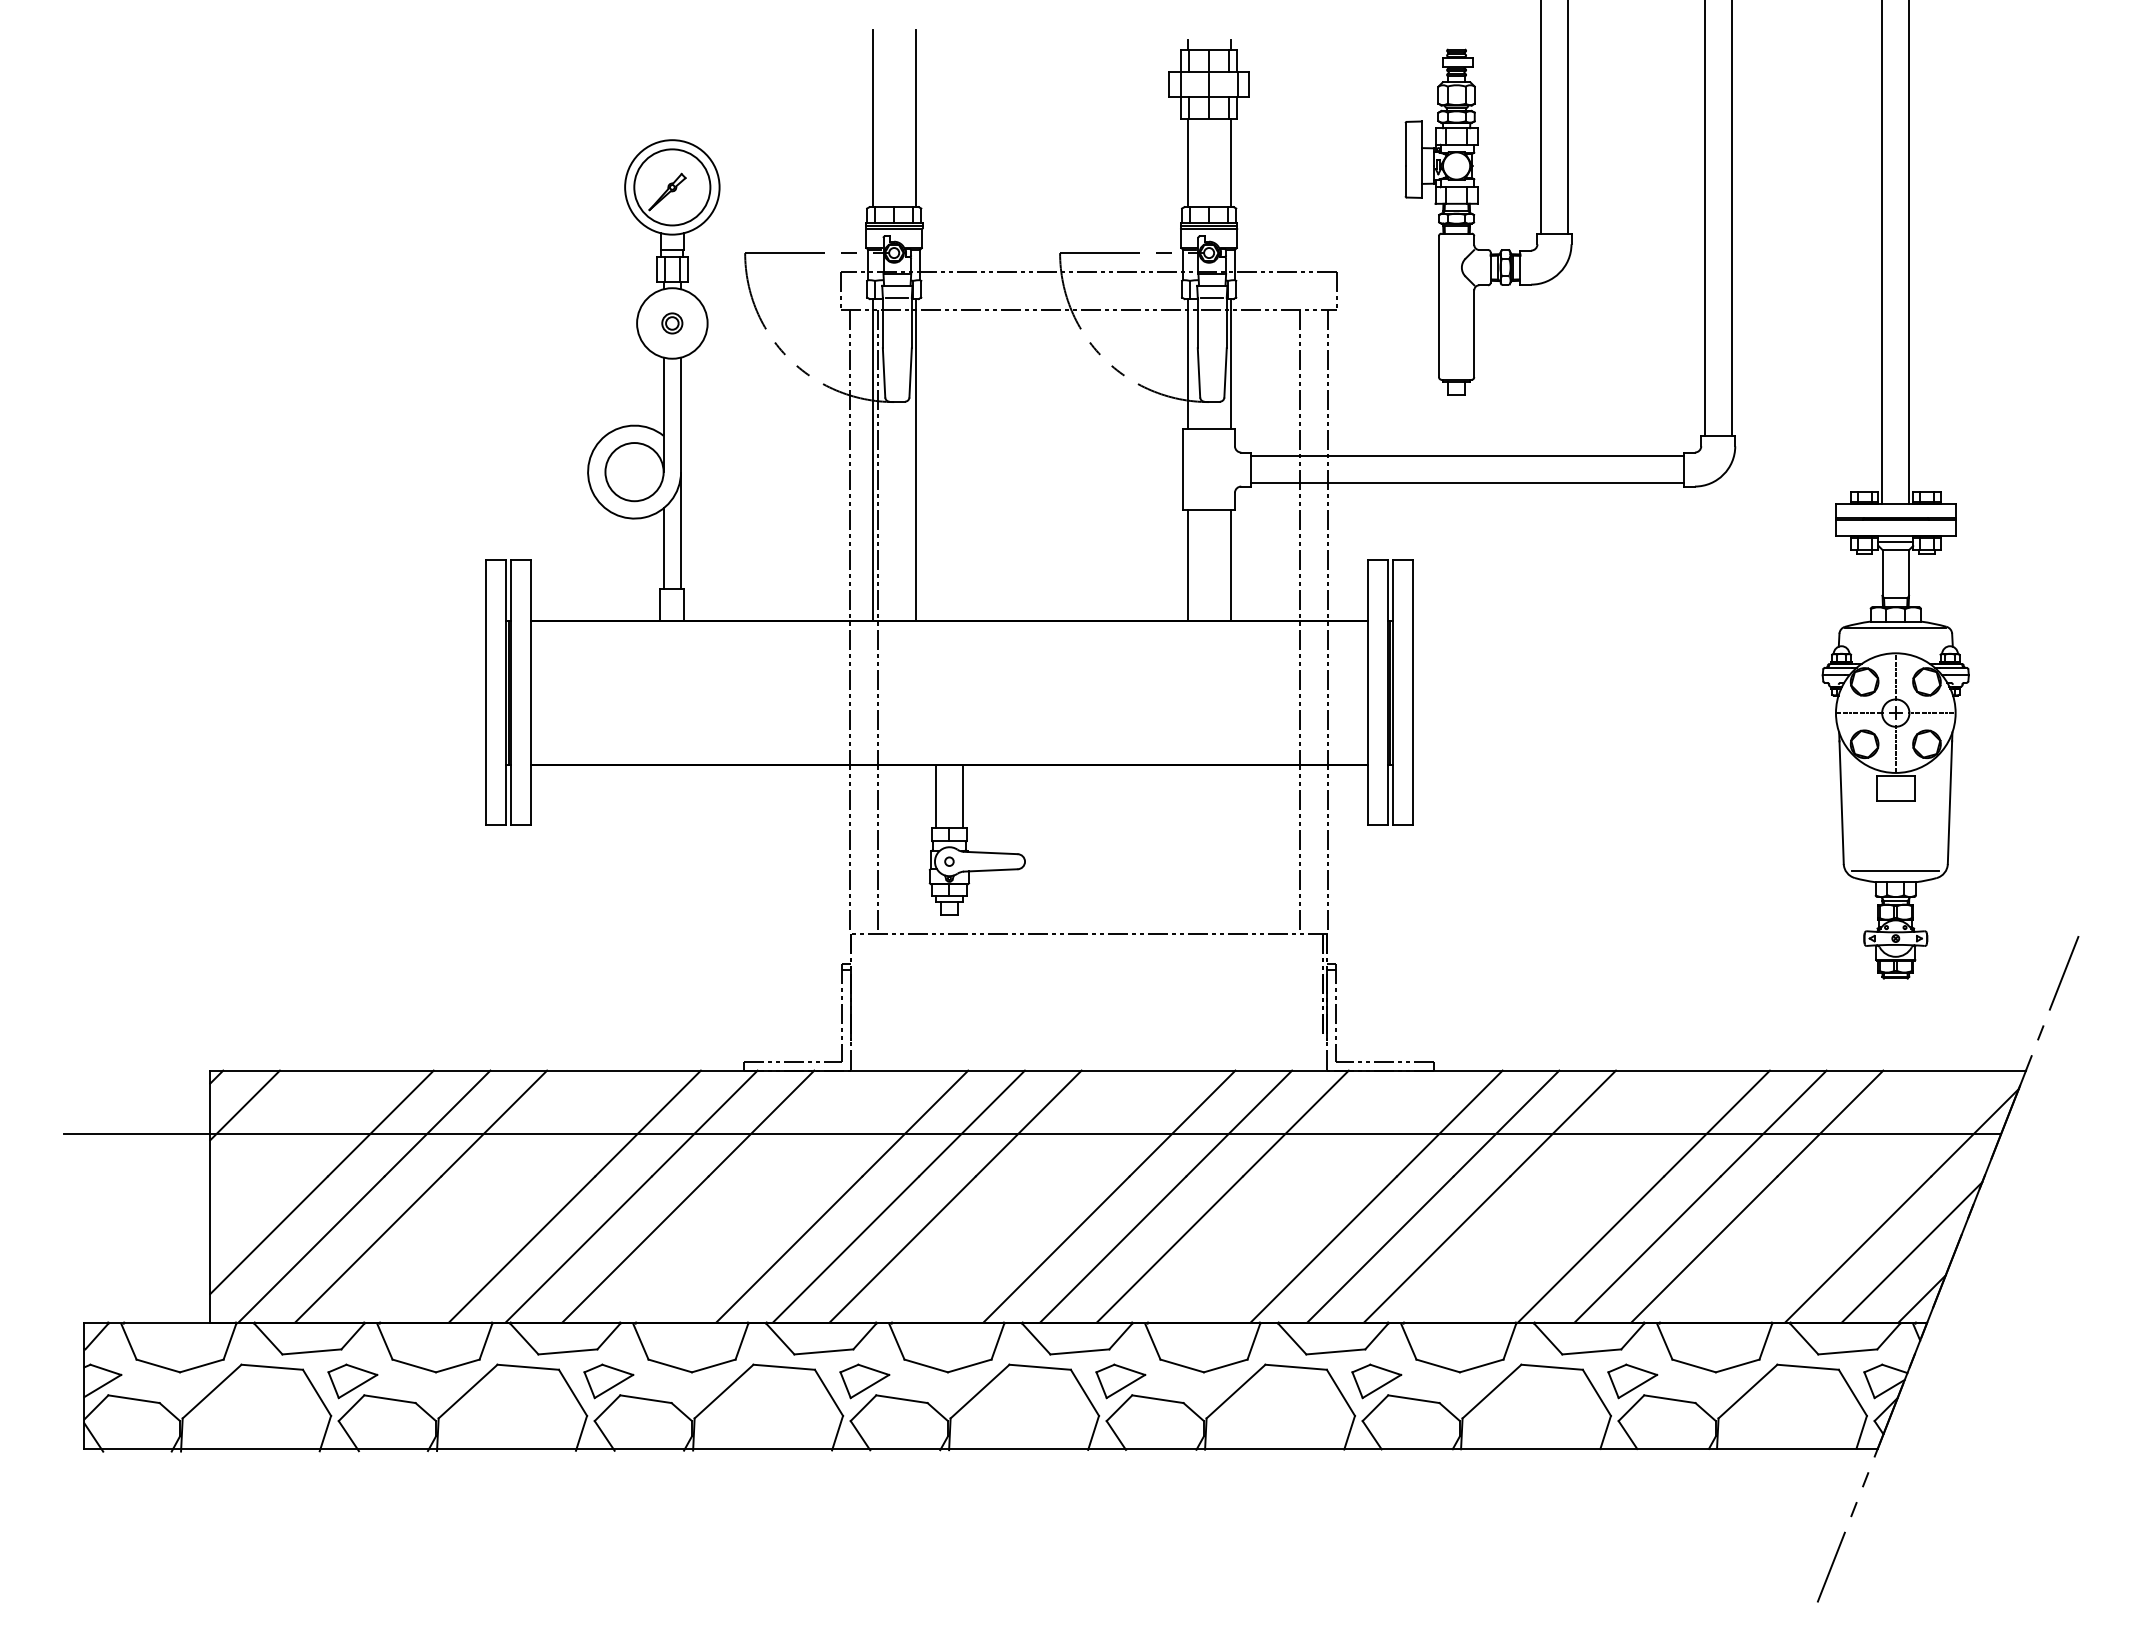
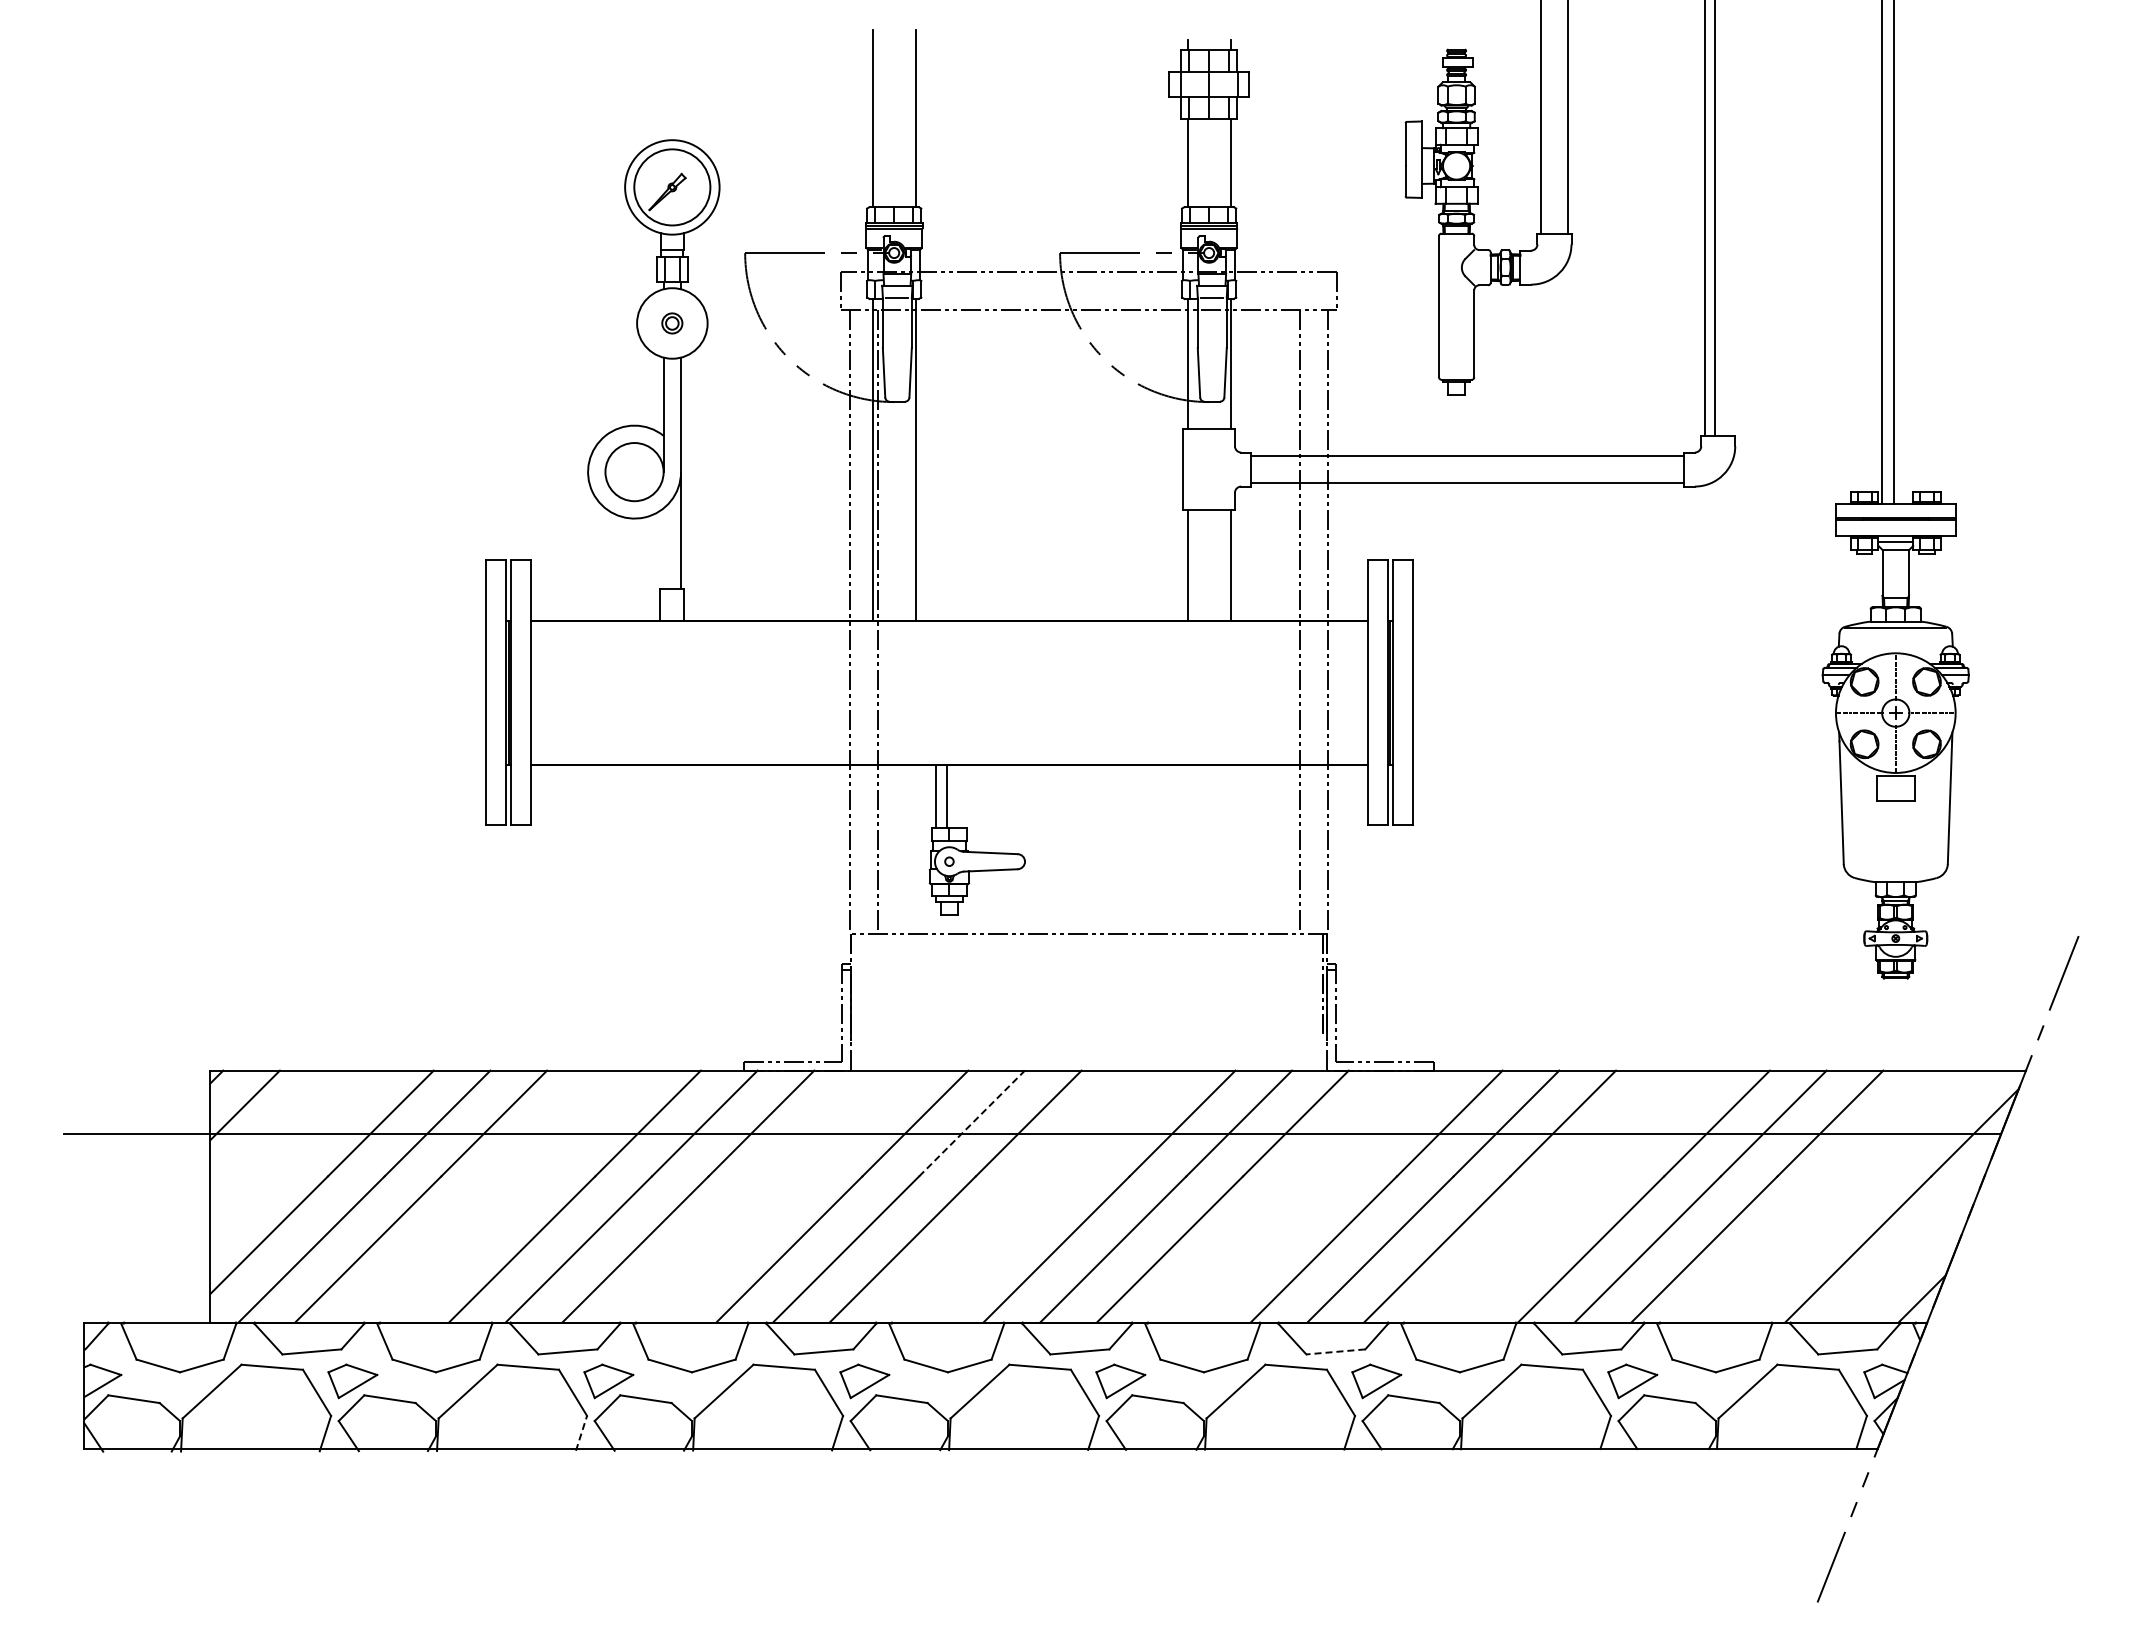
line at (1731, 218) position: (1731, 218) -> (1714, 218)
line at (1909, 253) position: (1909, 253) -> (1894, 253)
line at (663, 548): present -> none
line at (963, 795) position: (963, 795) -> (947, 795)
line at (1895, 870): present -> none
line at (972, 1123): solid -> dashed
line at (1911, 1252): present -> none
line at (1335, 1351): solid -> dashed
line at (581, 1432): solid -> dashed
